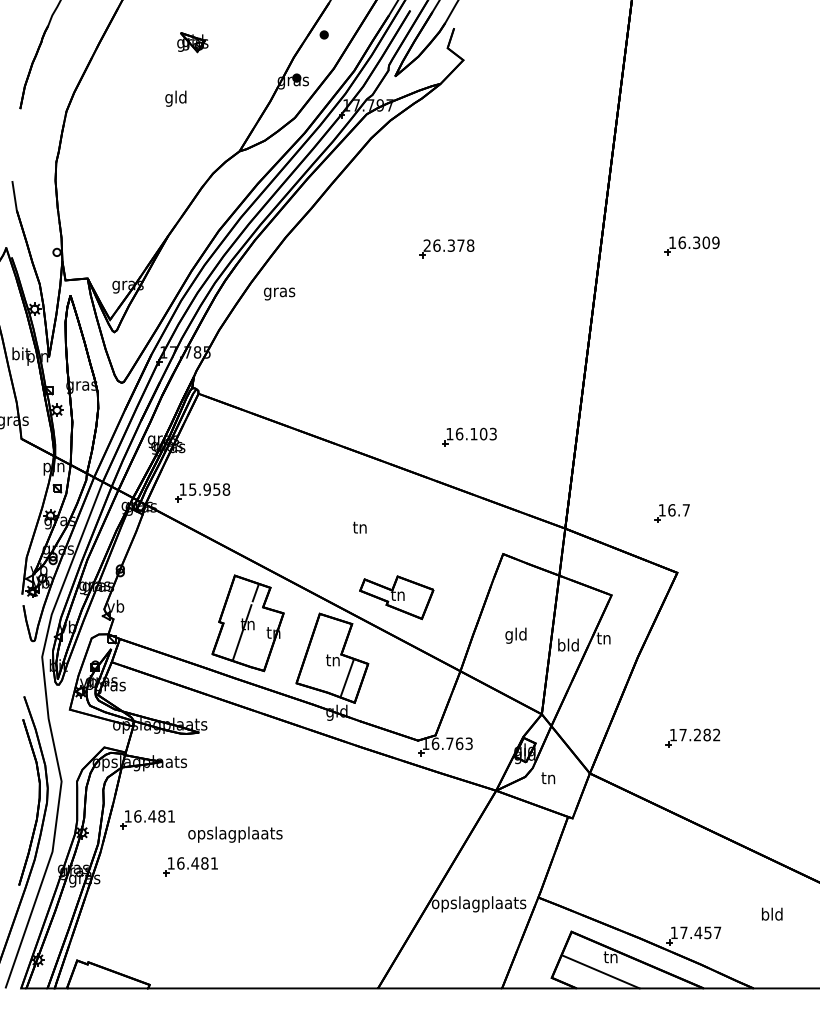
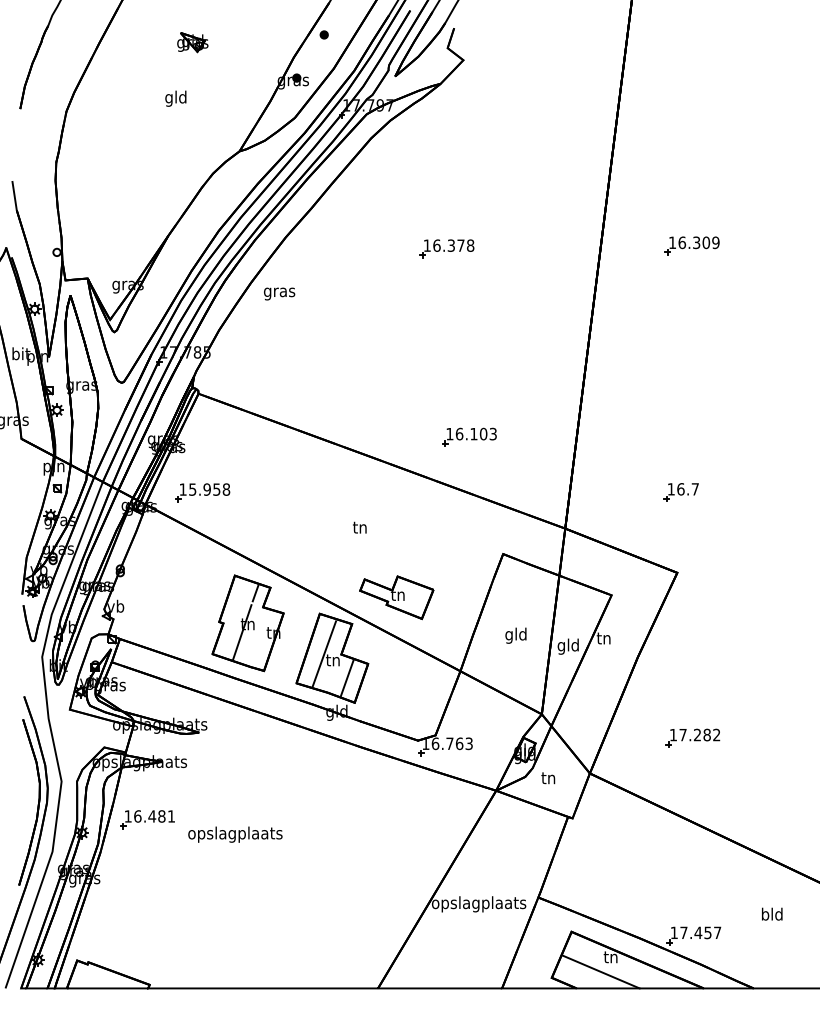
text at (426, 245): 26.378 -> 16.378
part at (671, 513) position: (671, 513) -> (680, 492)
text at (561, 646): bld -> gld
line at (324, 654): none -> present
part at (190, 866): present -> none
